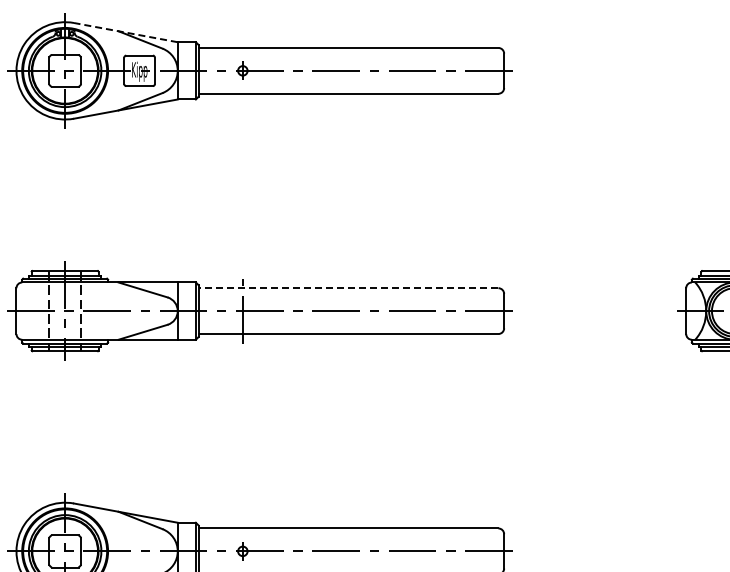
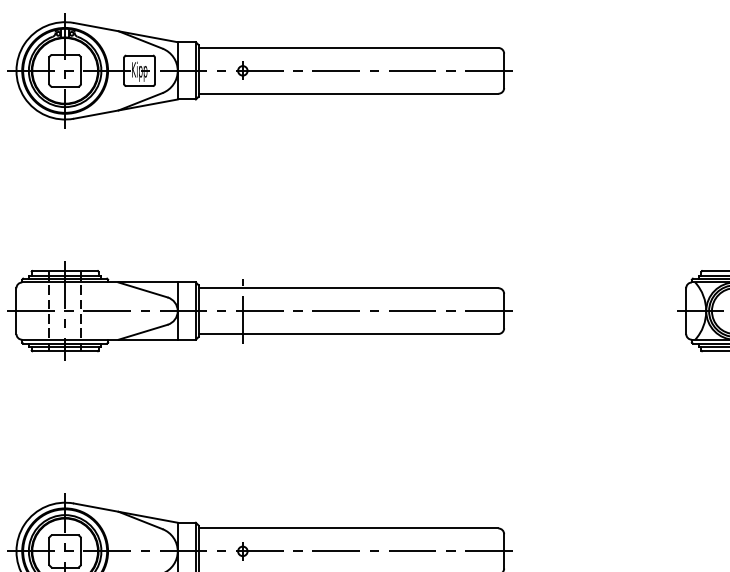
line at (125, 32): dashed -> solid
line at (348, 288): dashed -> solid
